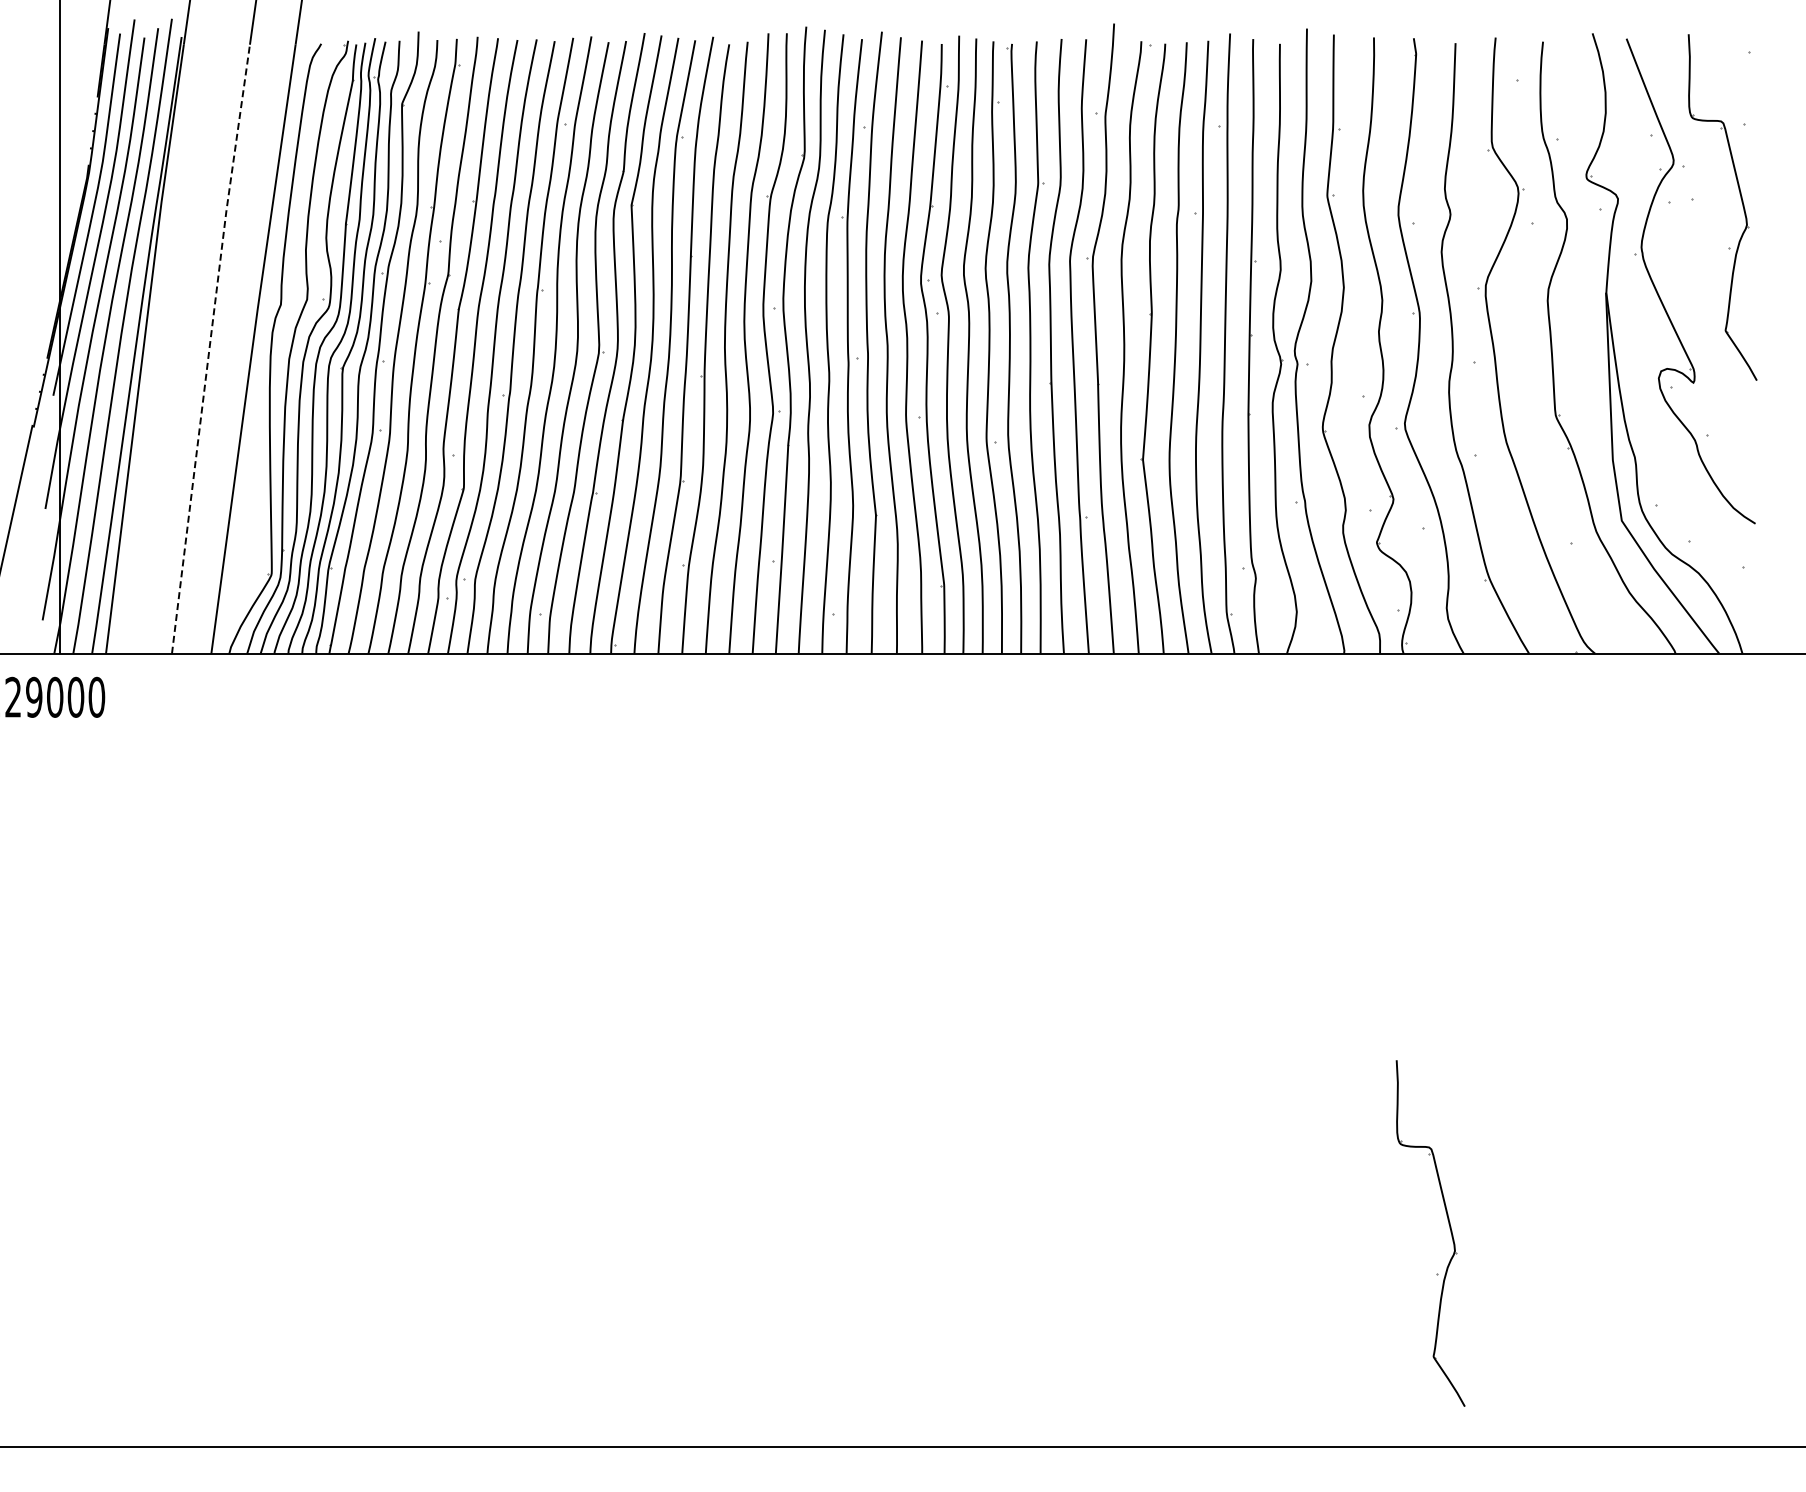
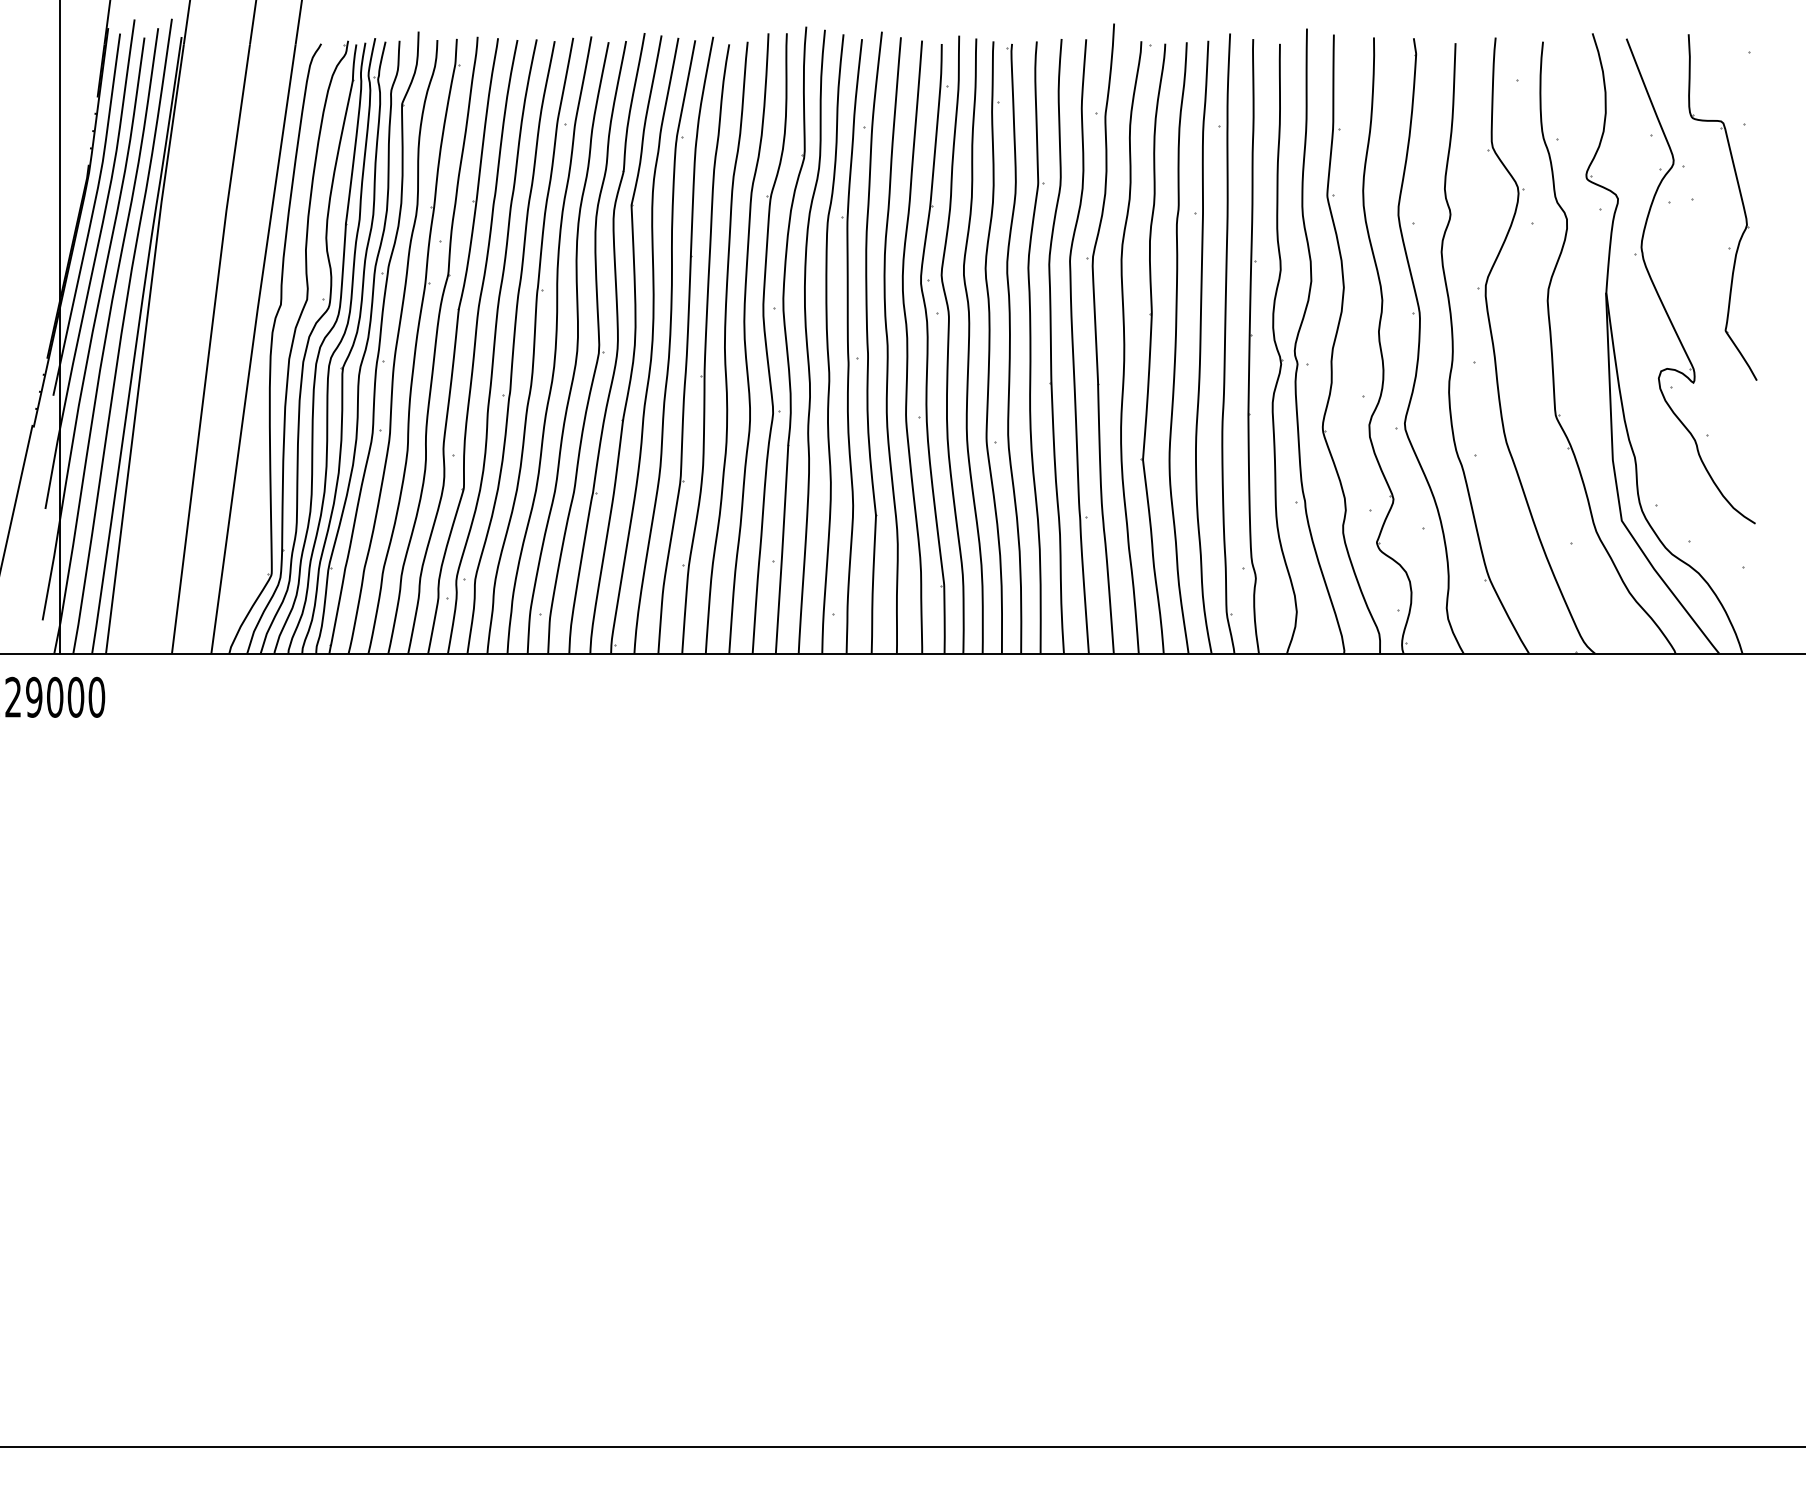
line at (209, 348): dashed -> solid
part at (1449, 1228): present -> none
